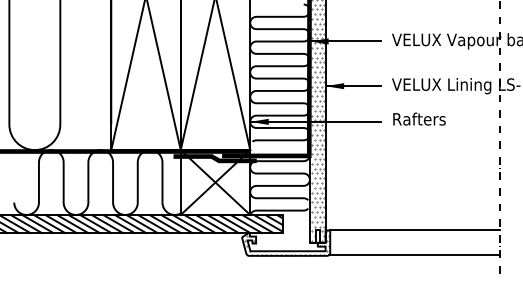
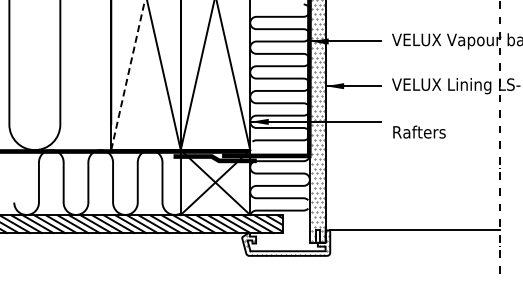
line at (128, 75): solid -> dashed
text at (419, 118) position: (419, 118) -> (419, 131)
line at (414, 255): present -> none
